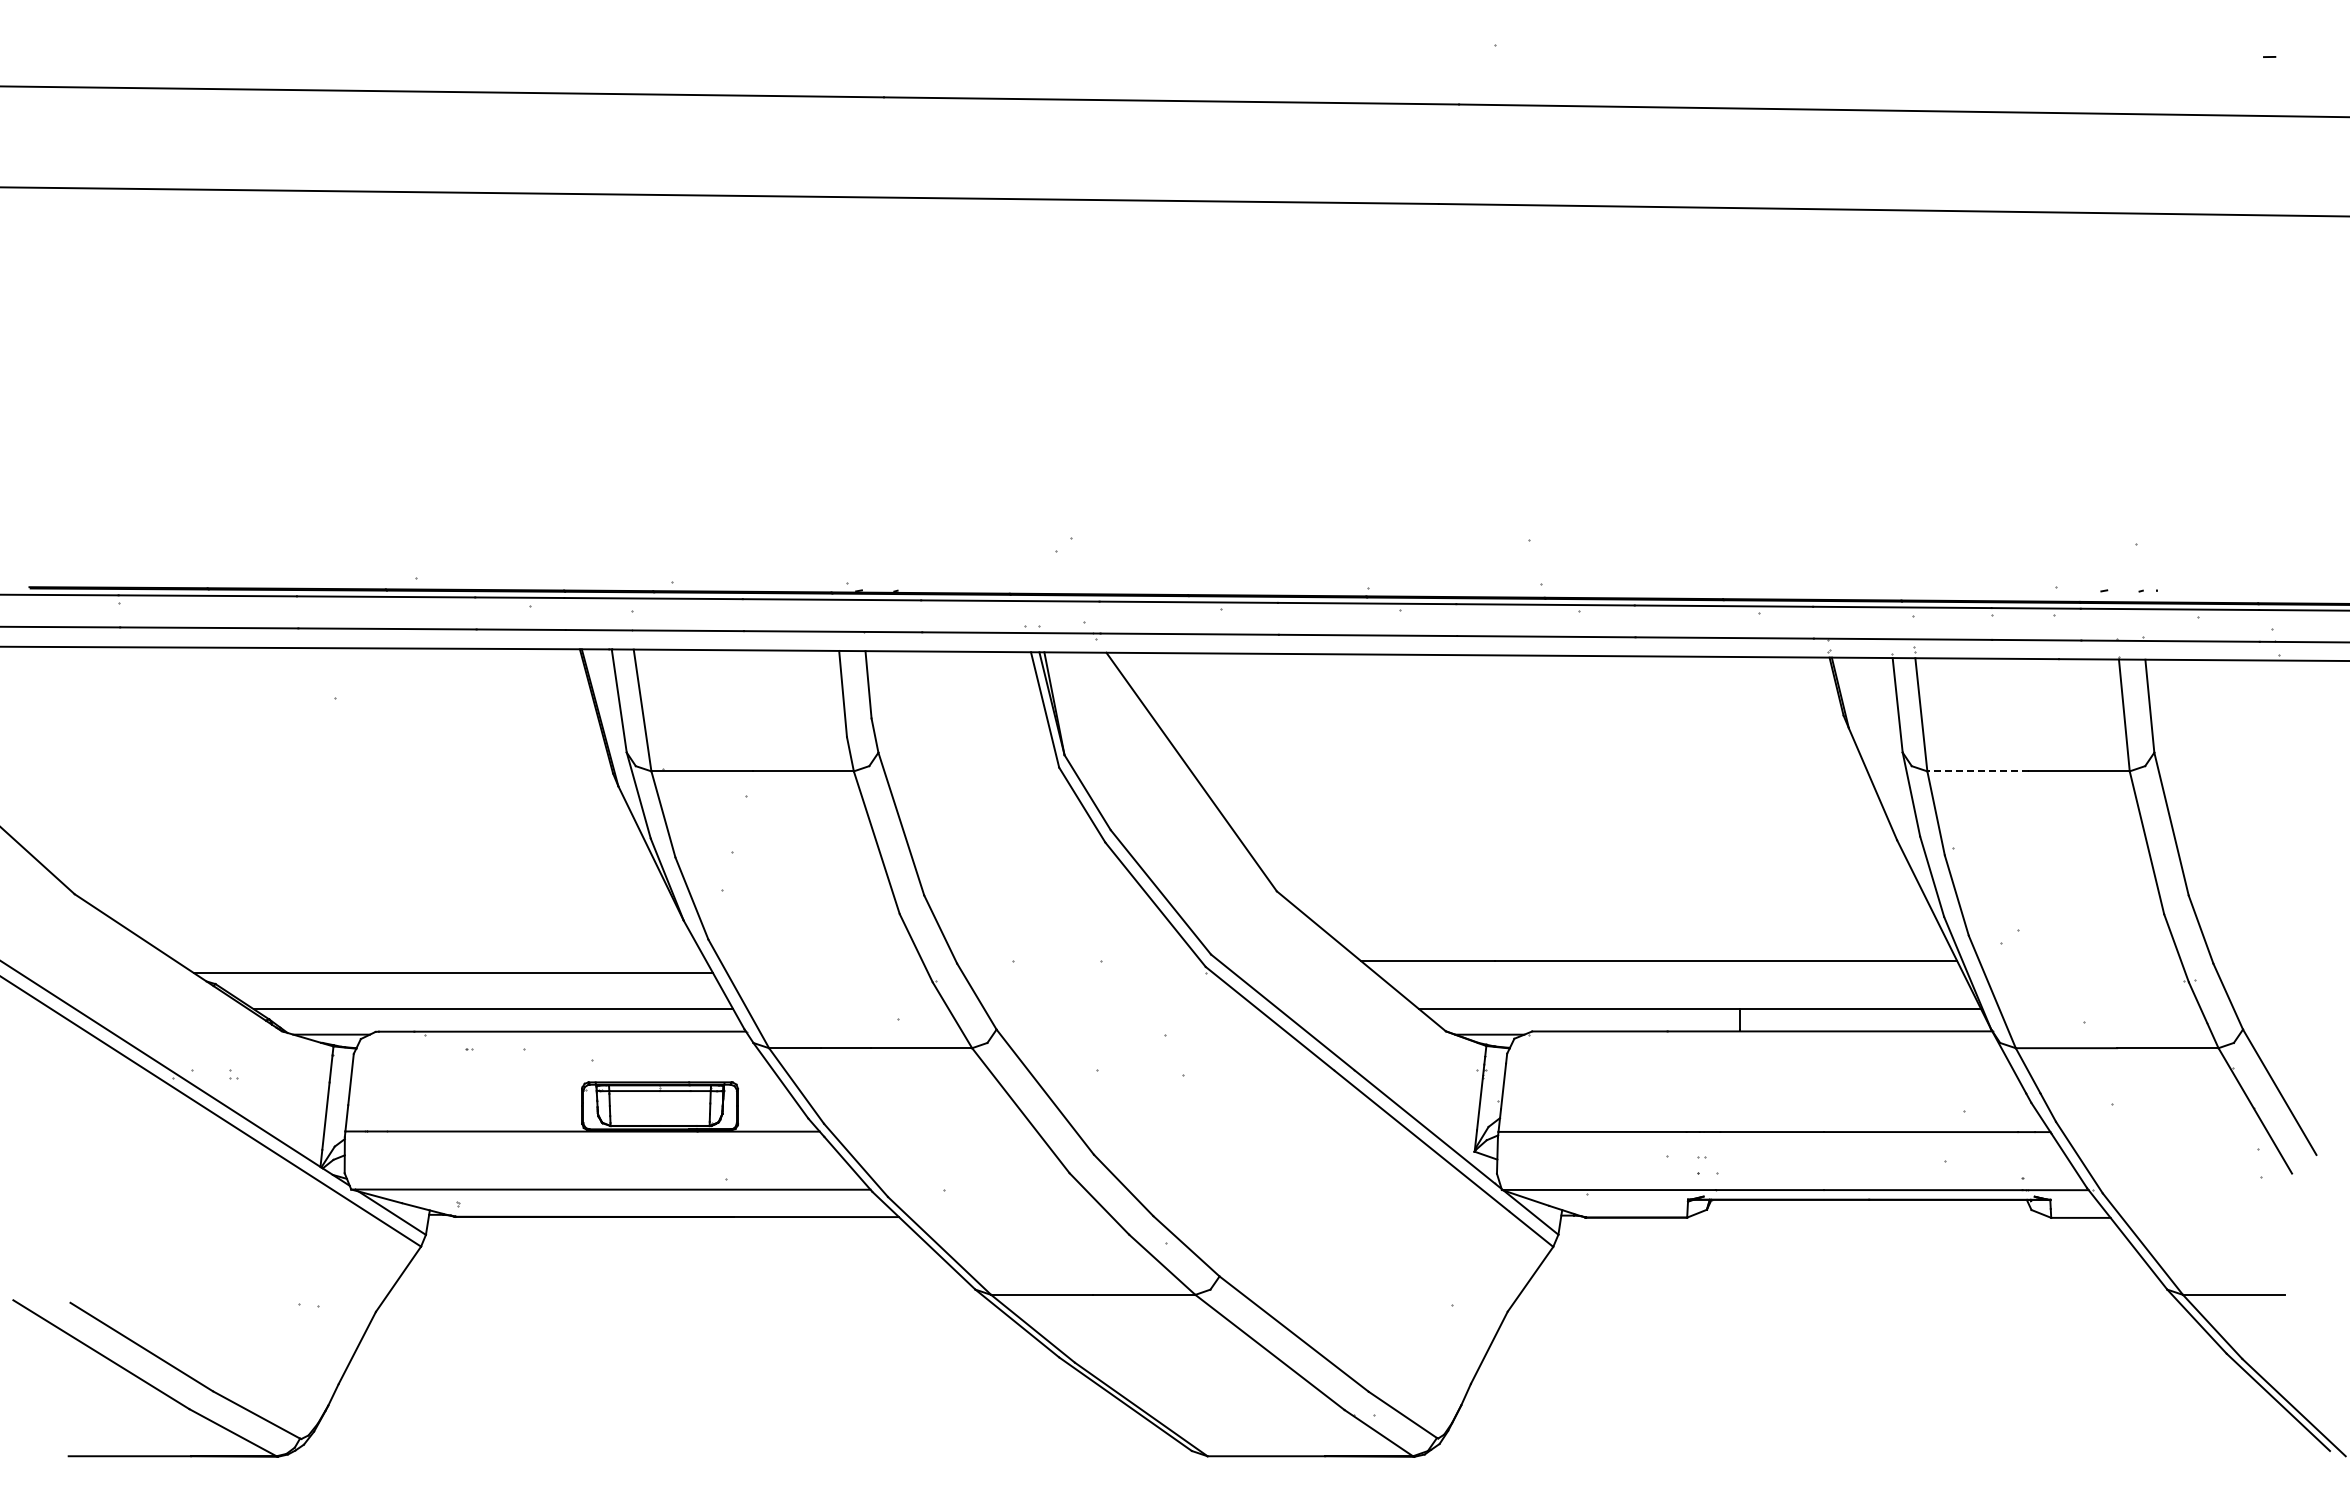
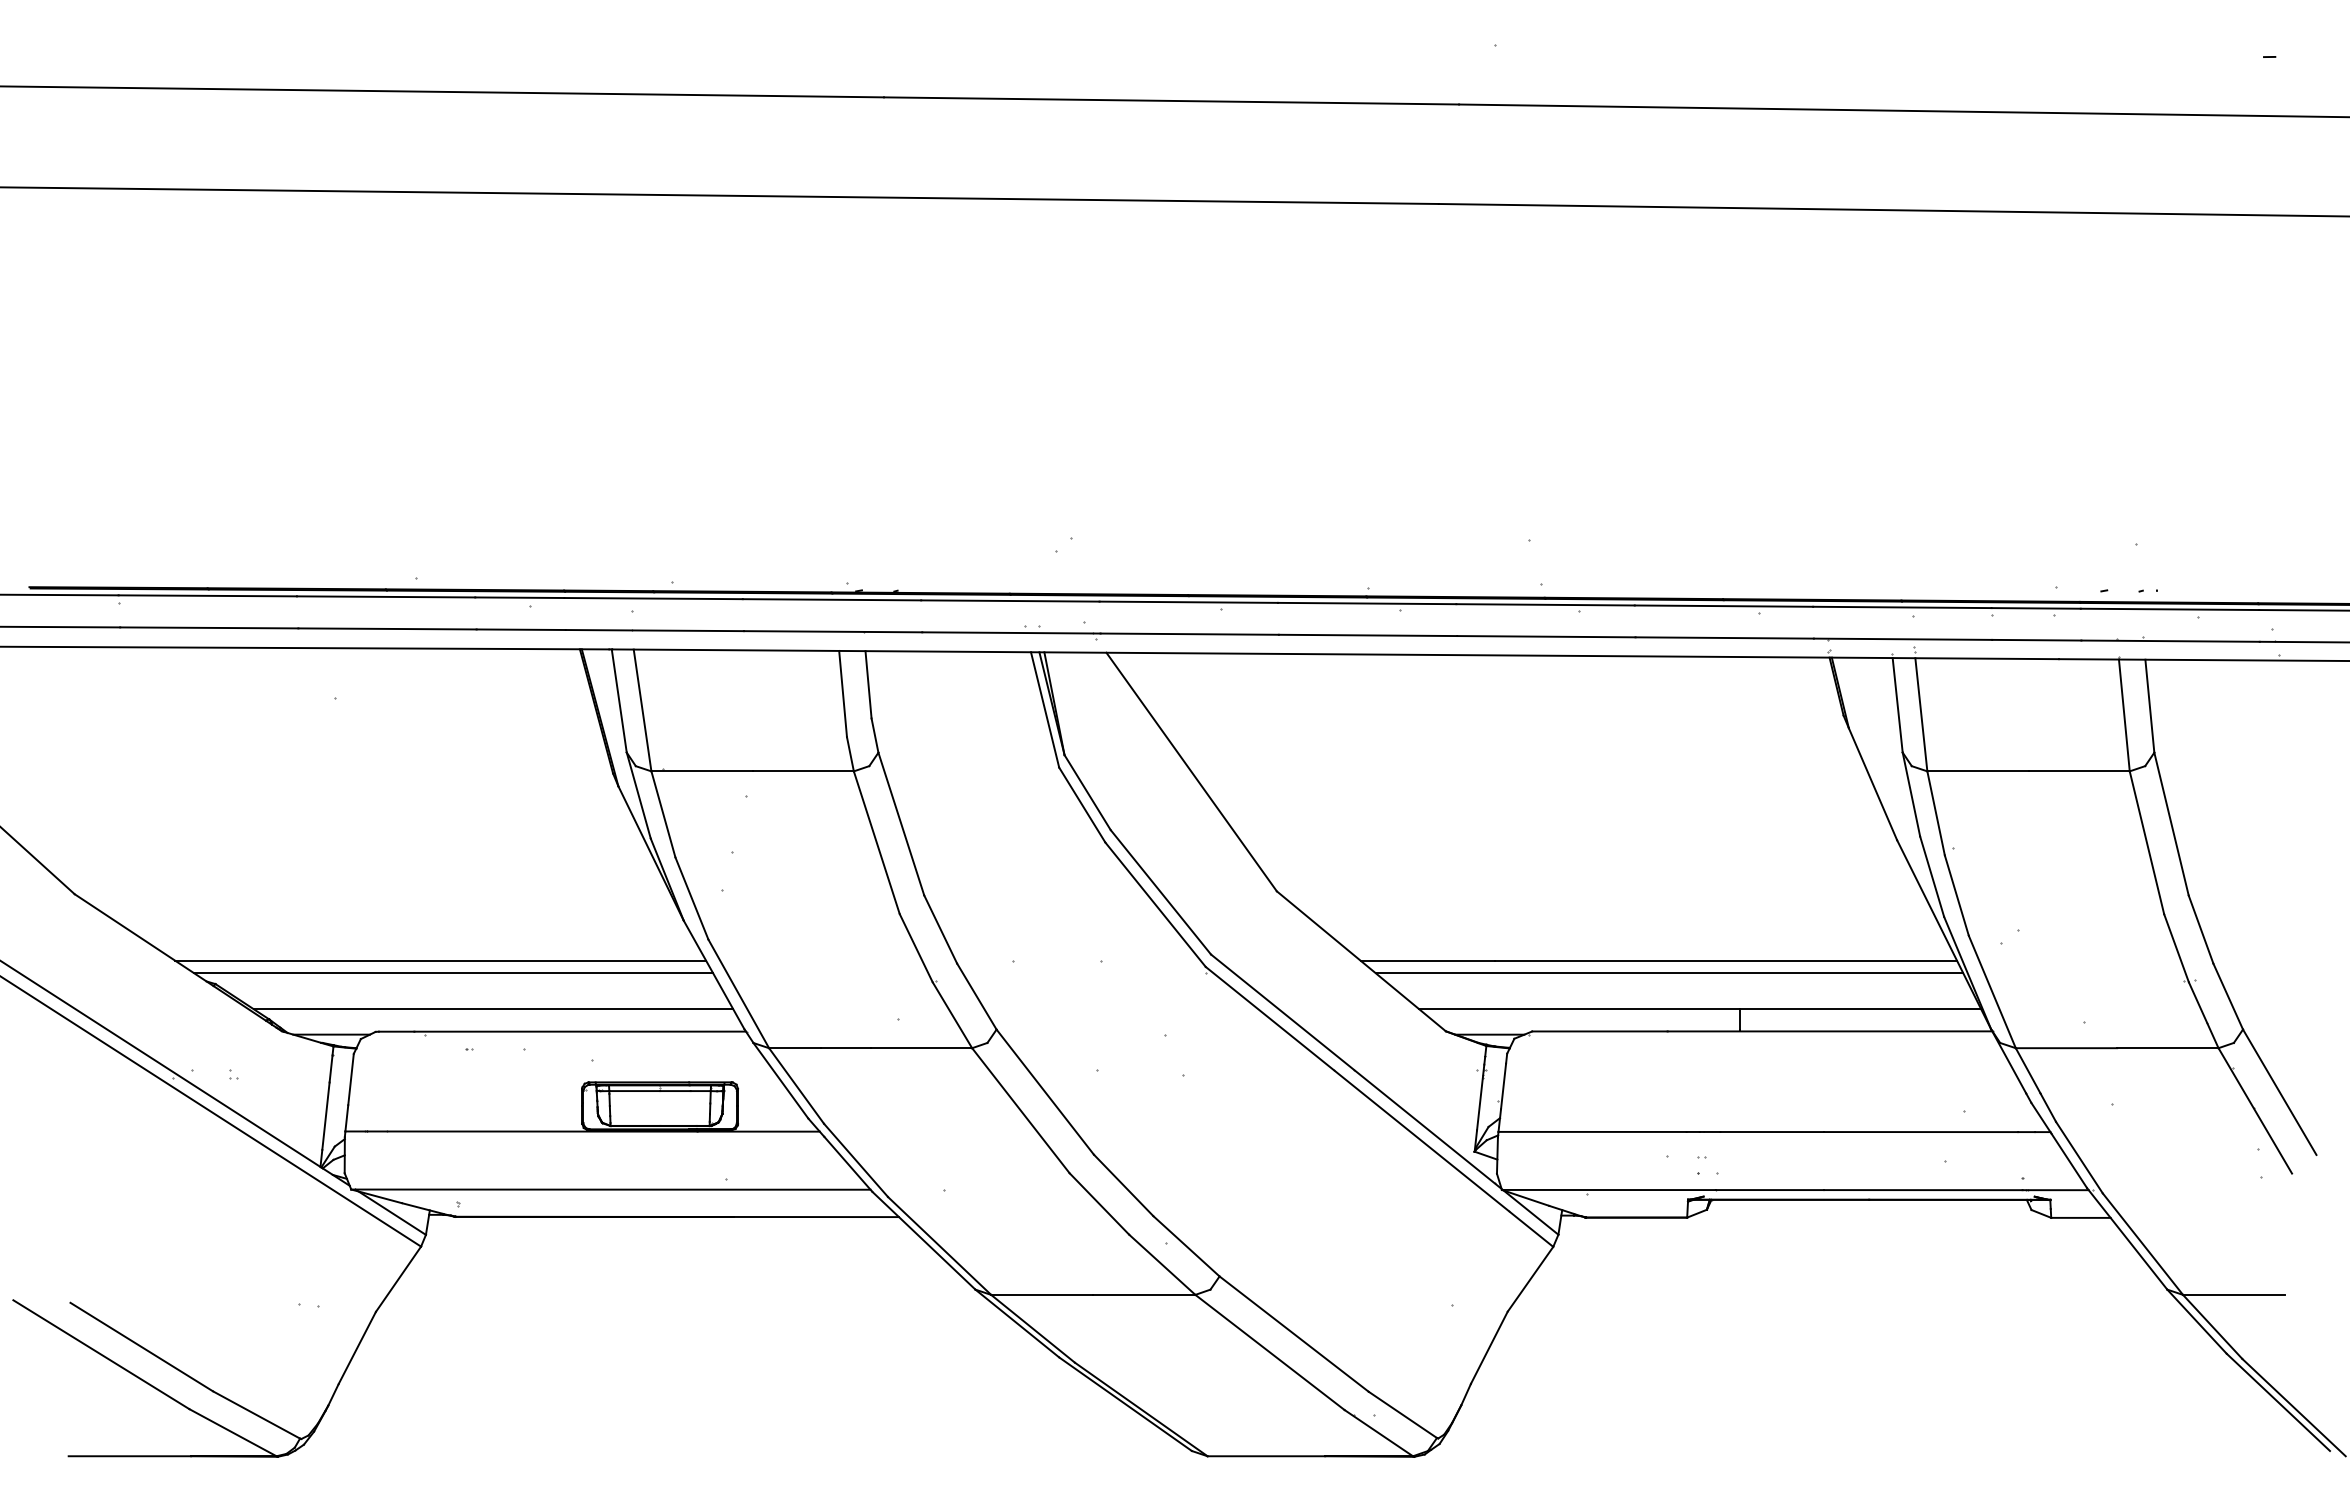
line at (1977, 771): dashed -> solid
line at (440, 960): none -> present
line at (1669, 973): none -> present
